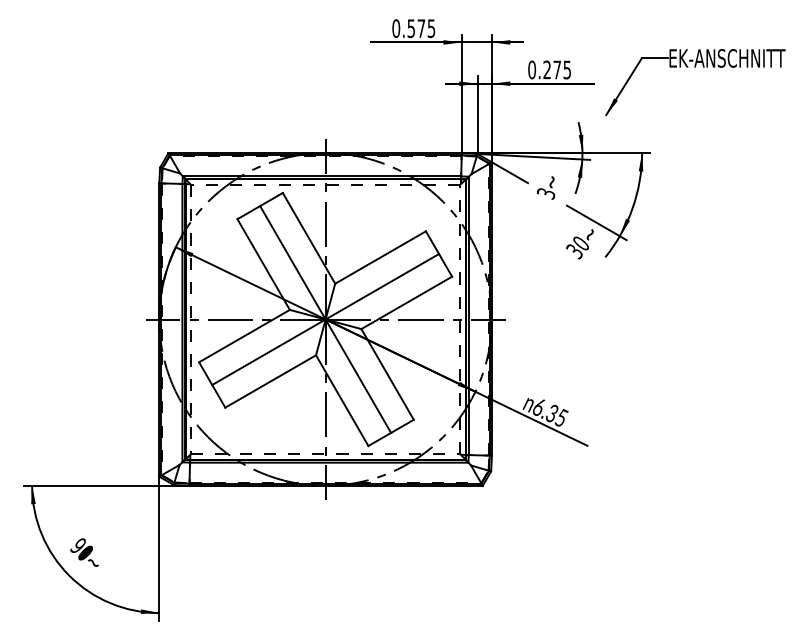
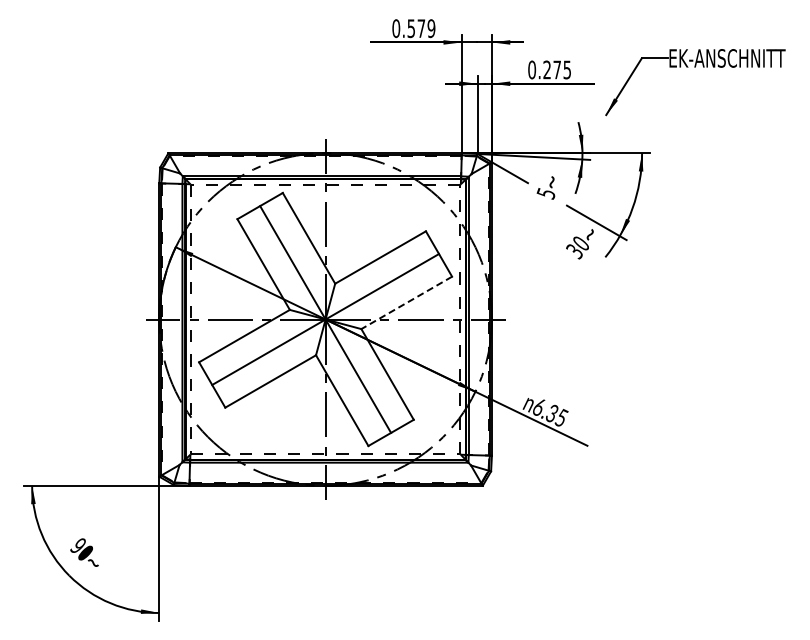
text at (431, 28): 0.575 -> 0.579
text at (545, 192): 3 -> 5
line at (406, 303): solid -> dashed
